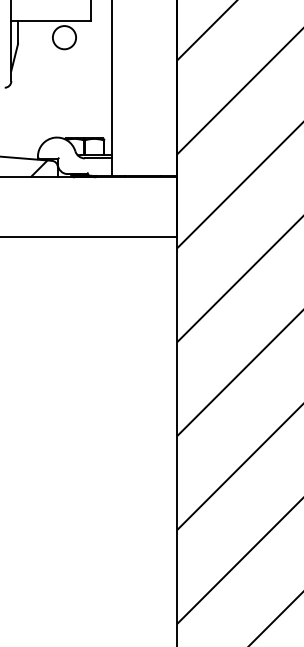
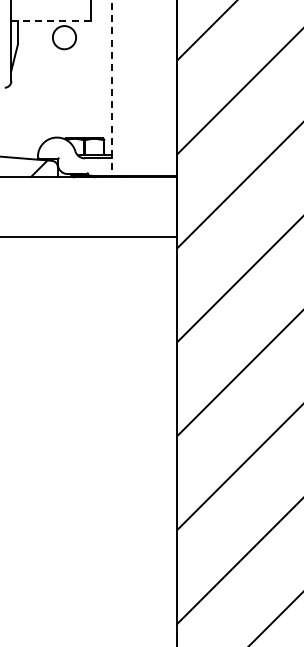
line at (51, 21): solid -> dashed
line at (112, 88): solid -> dashed
